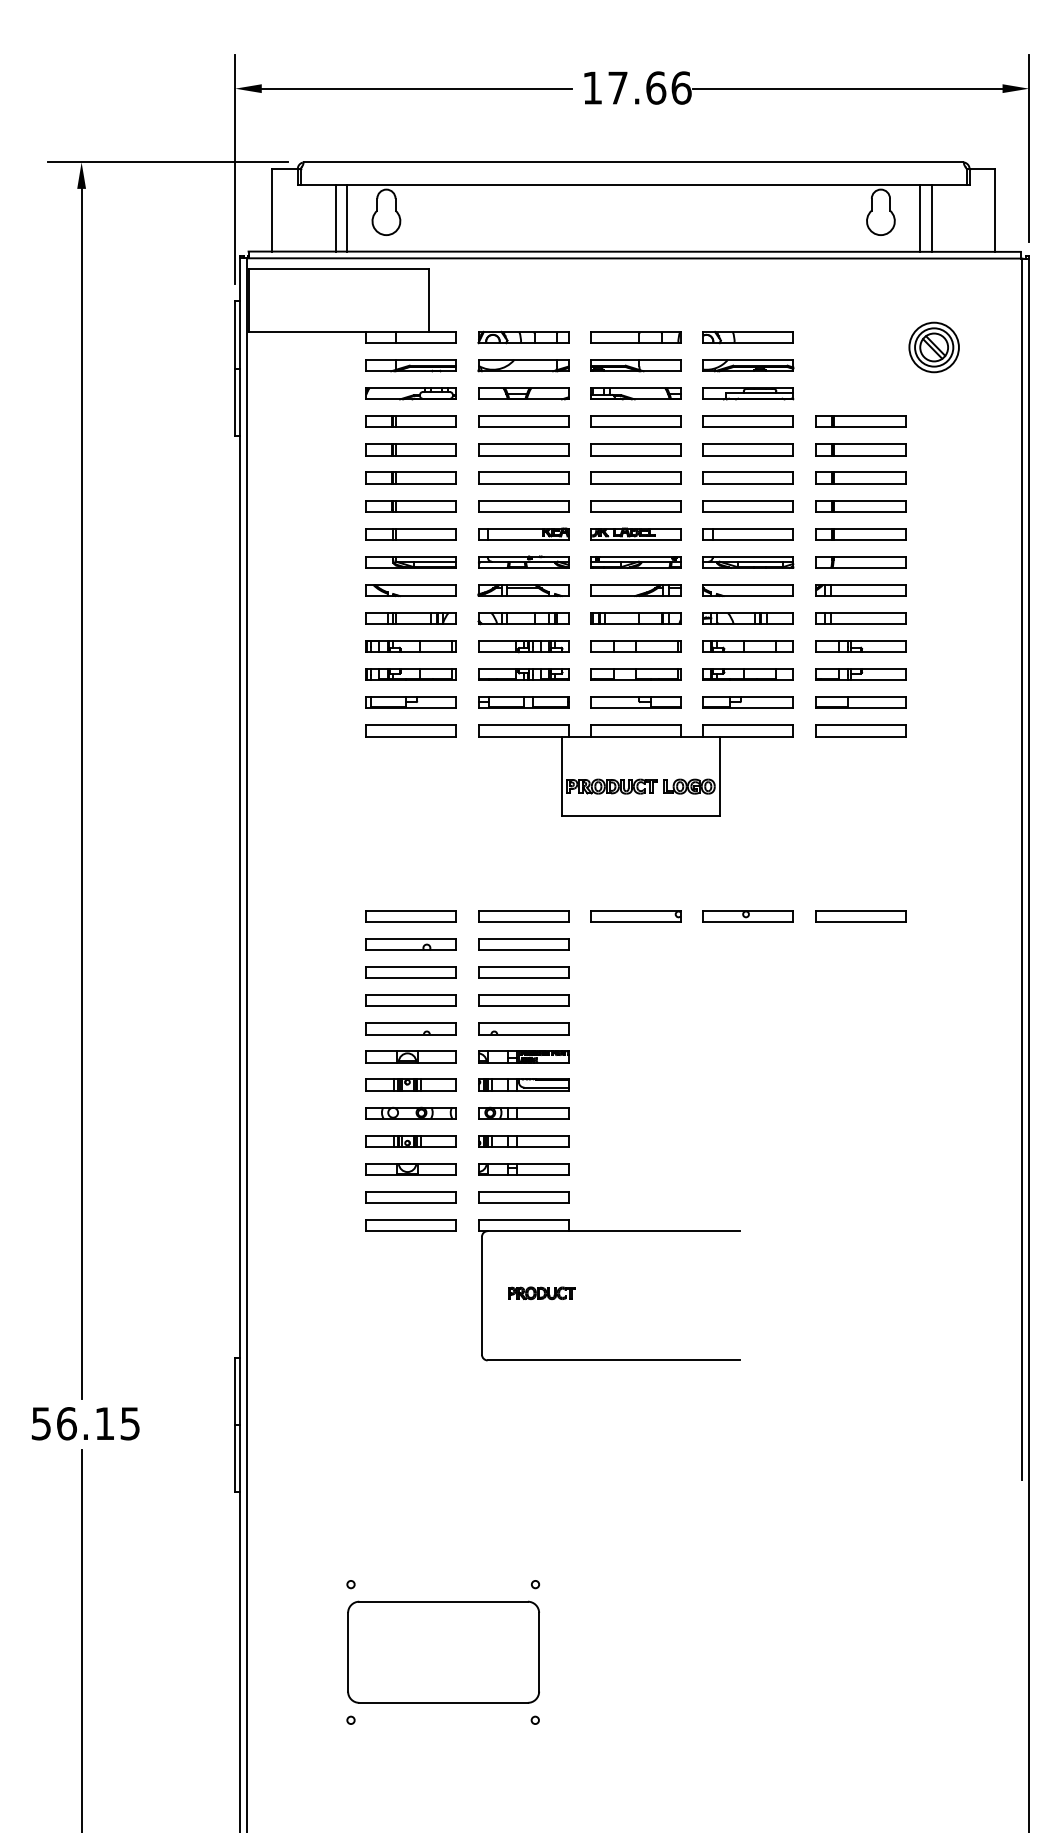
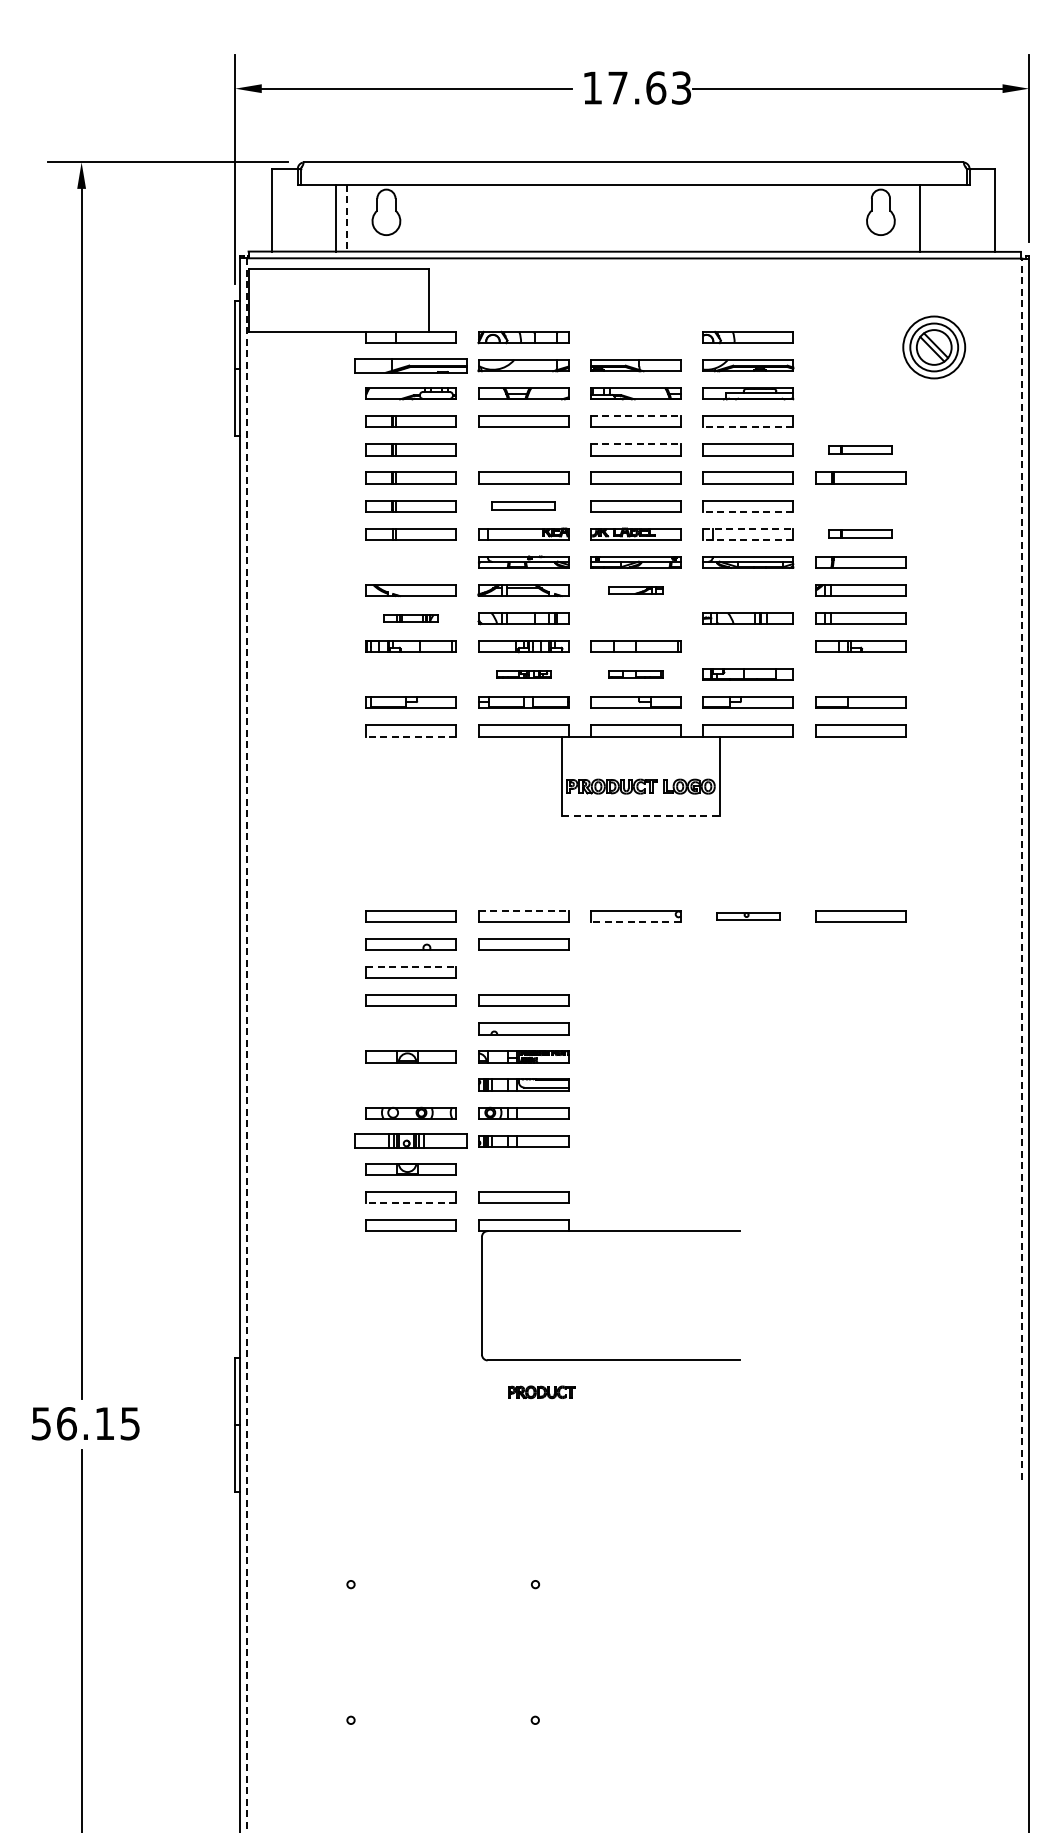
text at (681, 87): 17.66 -> 17.63
line at (931, 217): present -> none
line at (347, 218): solid -> dashed
part at (635, 337): present -> none
part at (933, 347) size: 52x53 px -> 65x65 px
part at (410, 365) size: 92x14 px -> 114x16 px
line at (635, 416): solid -> dashed
part at (860, 421): present -> none
line at (748, 427): solid -> dashed
line at (635, 444): solid -> dashed
part at (523, 449): present -> none
part at (860, 449) size: 92x14 px -> 65x10 px
part at (523, 506) size: 92x13 px -> 65x10 px
part at (860, 506): present -> none
line at (748, 511): solid -> dashed
line at (748, 528): solid -> dashed
part at (860, 534) size: 92x13 px -> 65x10 px
line at (748, 539): solid -> dashed
part at (410, 562): present -> none
part at (635, 590) size: 92x13 px -> 56x9 px
part at (747, 590): present -> none
part at (410, 618) size: 92x13 px -> 56x9 px
part at (635, 618): present -> none
part at (747, 646): present -> none
part at (410, 674): present -> none
part at (523, 674) size: 92x13 px -> 56x9 px
part at (635, 674) size: 92x13 px -> 56x9 px
part at (860, 674): present -> none
line at (411, 736): solid -> dashed
line at (641, 816): solid -> dashed
line at (1022, 869): solid -> dashed
line at (523, 910): solid -> dashed
part at (747, 916) size: 92x13 px -> 65x9 px
line at (635, 922): solid -> dashed
line at (411, 967): solid -> dashed
part at (523, 972): present -> none
part at (410, 1028): present -> none
line at (246, 1045): solid -> dashed
part at (410, 1084): present -> none
part at (410, 1141) size: 92x13 px -> 114x16 px
part at (523, 1169): present -> none
line at (411, 1203): solid -> dashed
part at (541, 1293) position: (541, 1293) -> (541, 1392)
part at (443, 1651): present -> none
